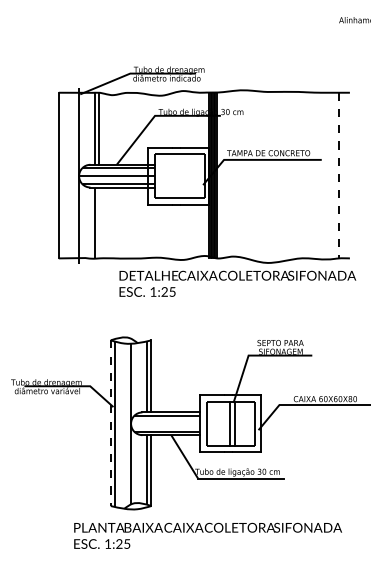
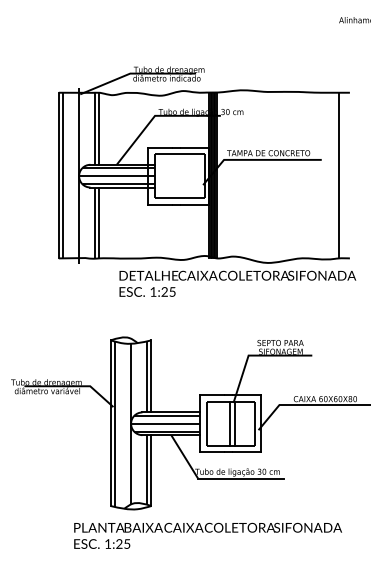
line at (62, 175): none -> present
line at (338, 175): dashed -> solid
line at (99, 222): none -> present
line at (110, 423): dashed -> solid
line at (165, 423): none -> present
